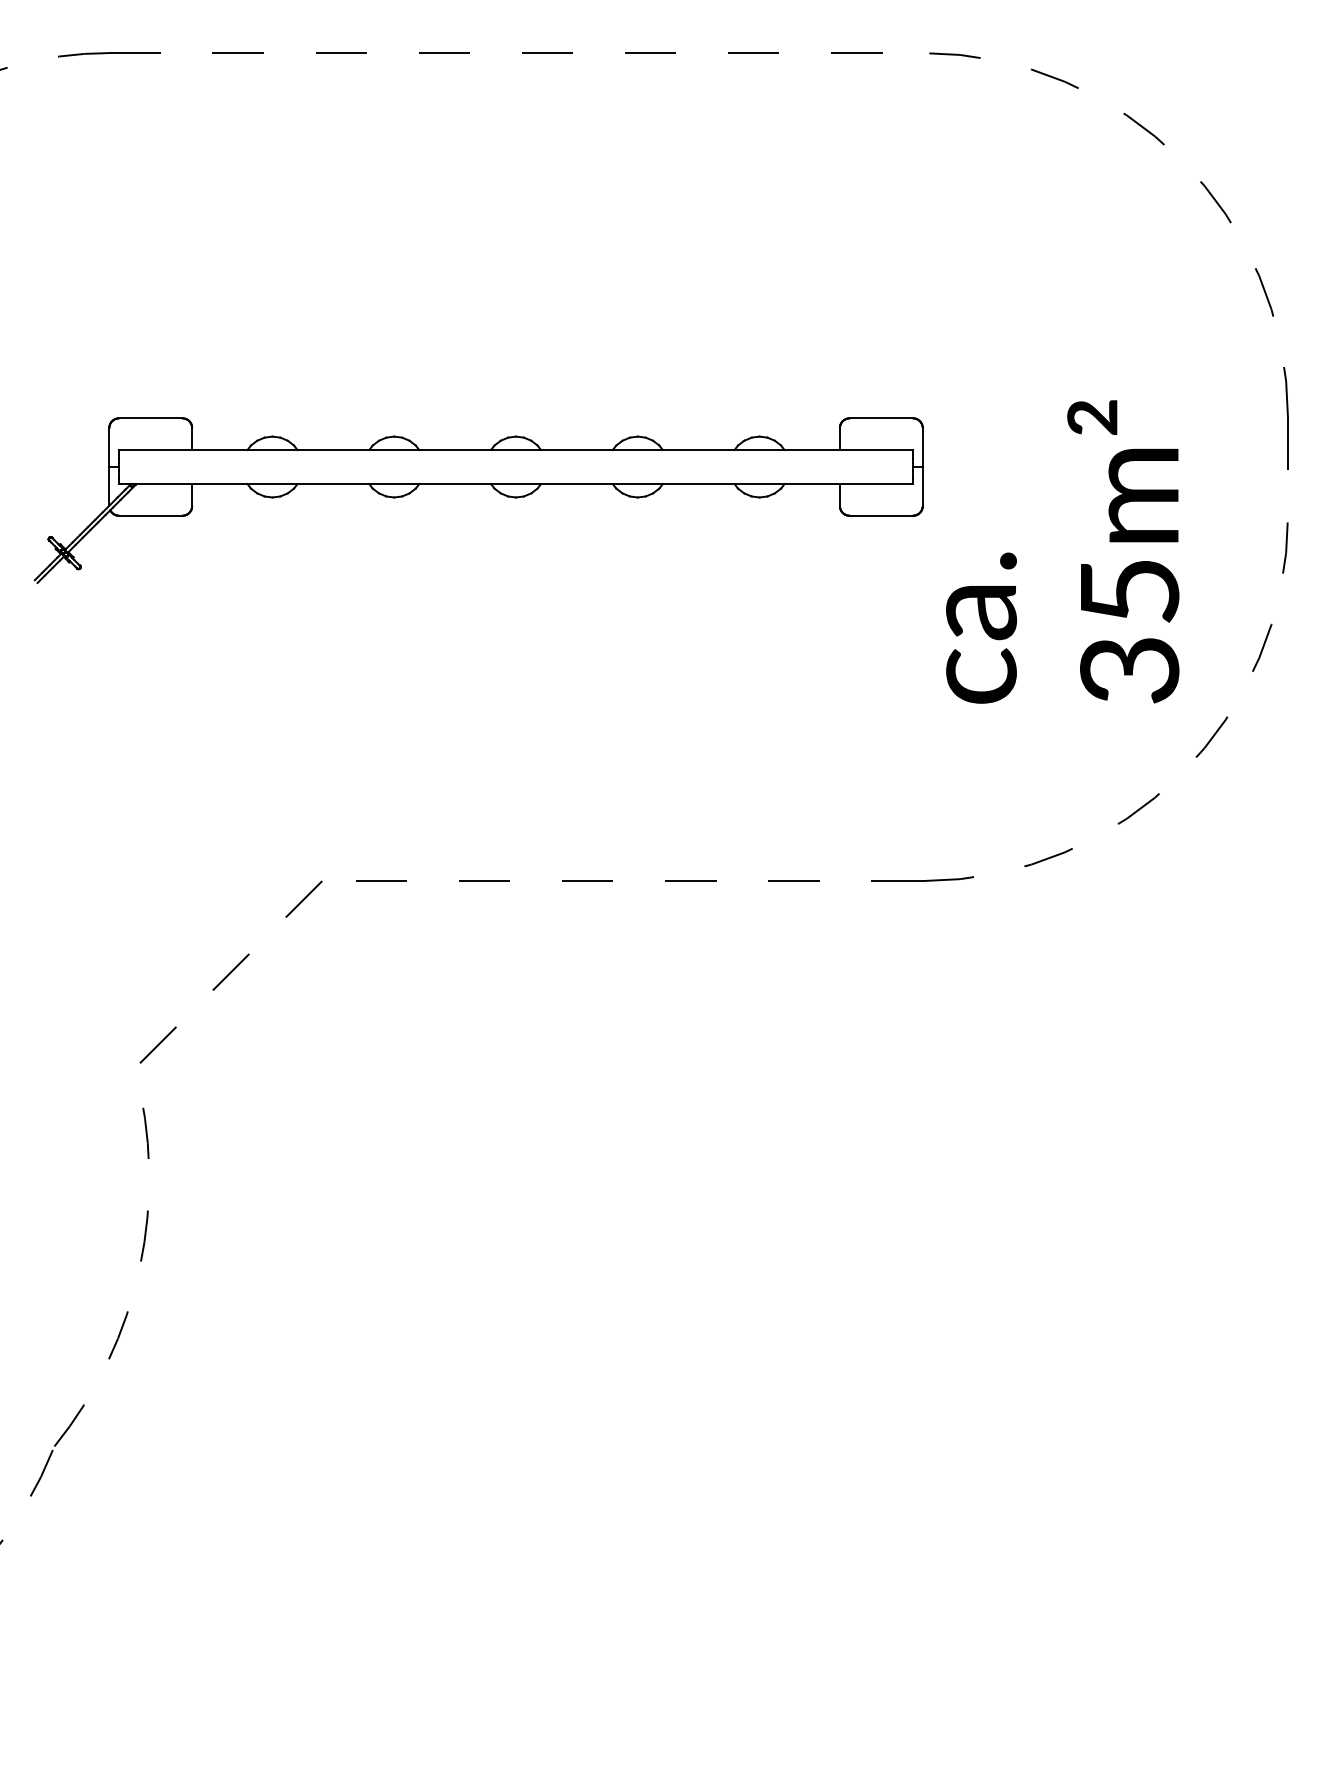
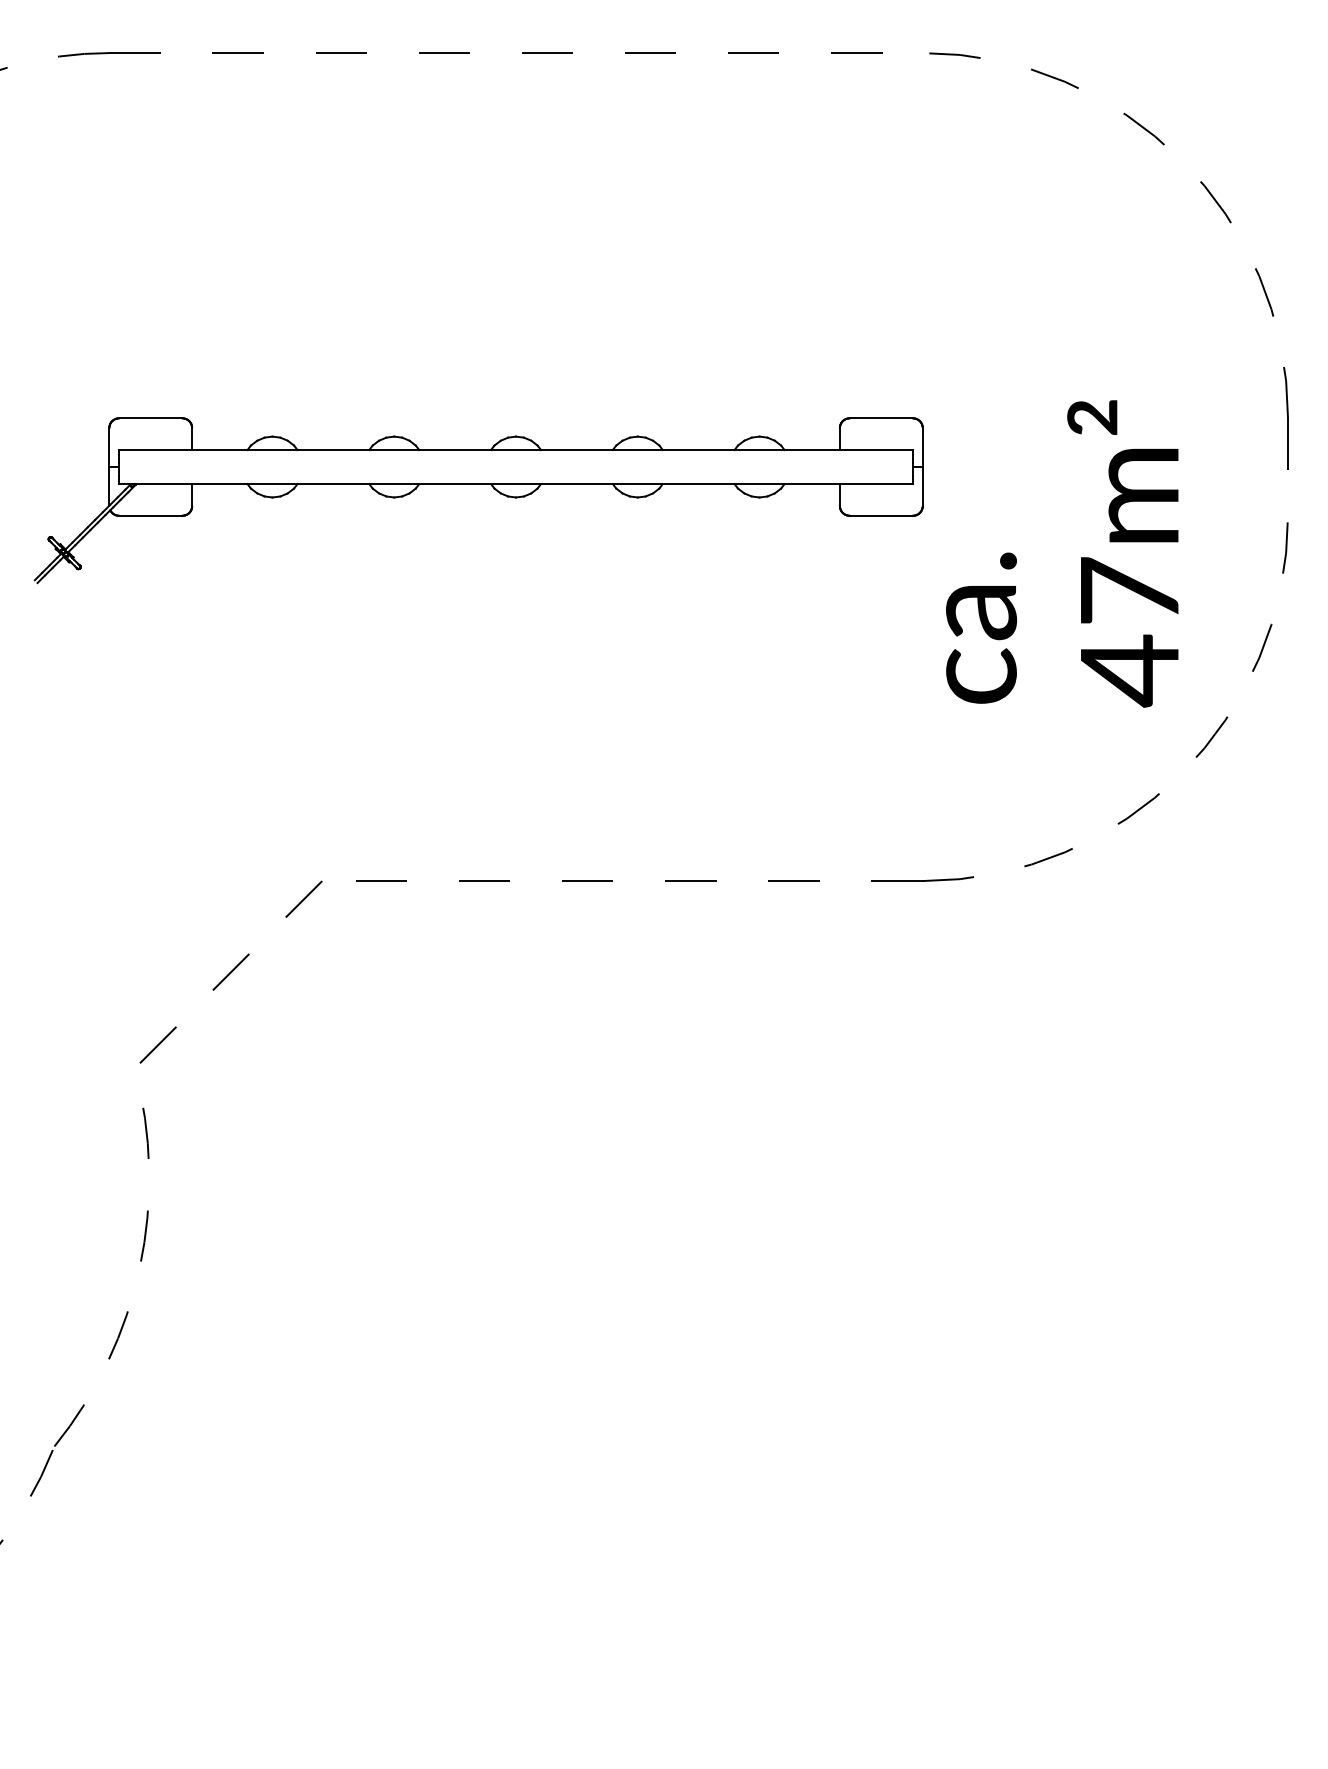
text at (1129, 632): 35m² -> 47m²
